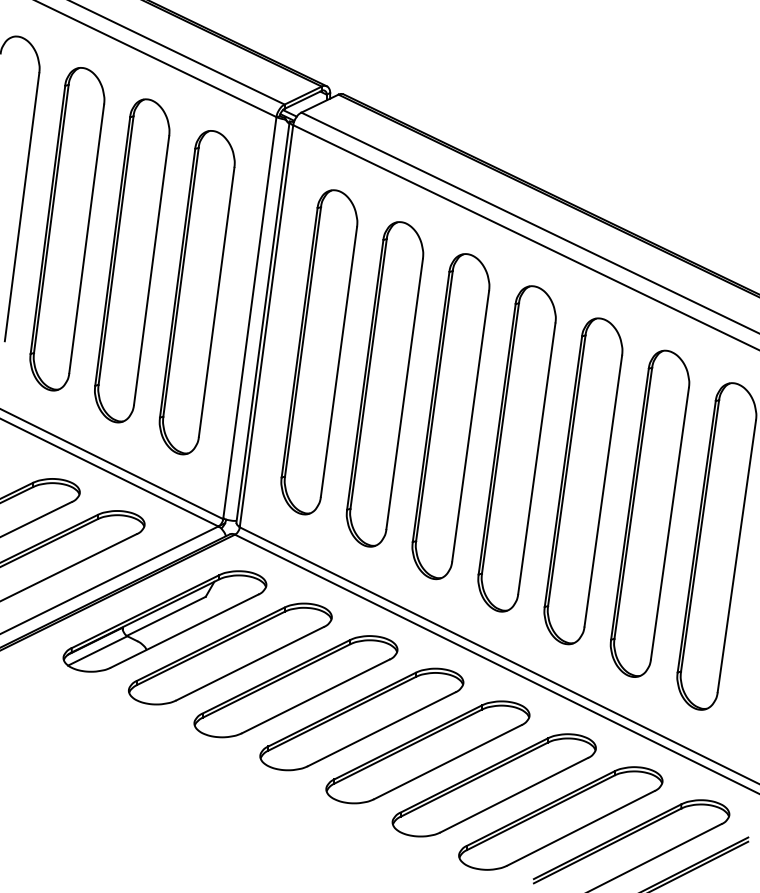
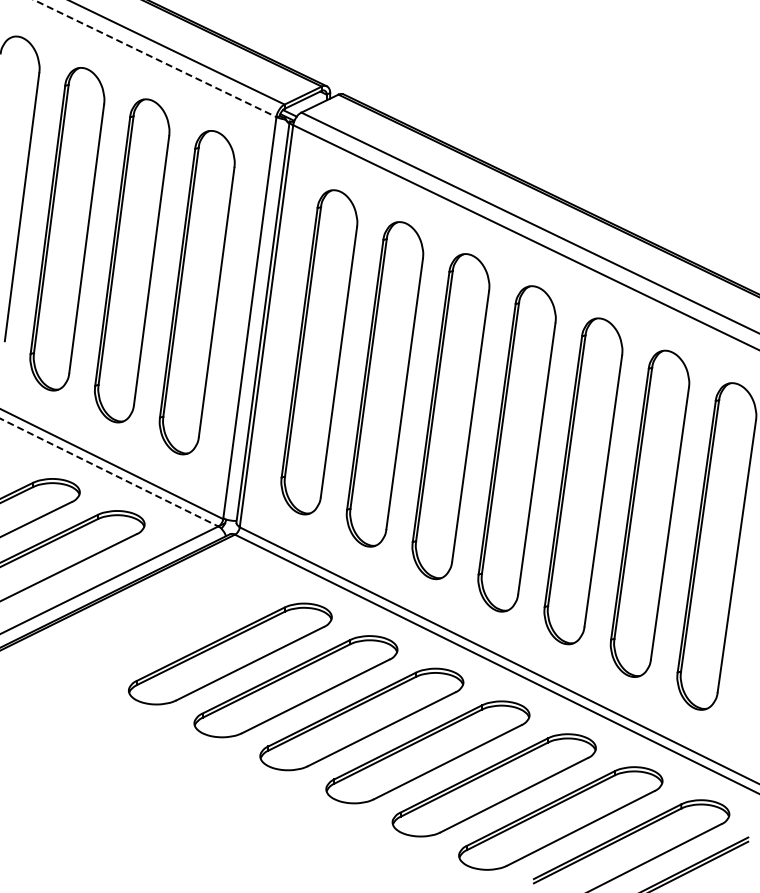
line at (155, 58): solid -> dashed
line at (109, 472): solid -> dashed
part at (164, 621): present -> none
